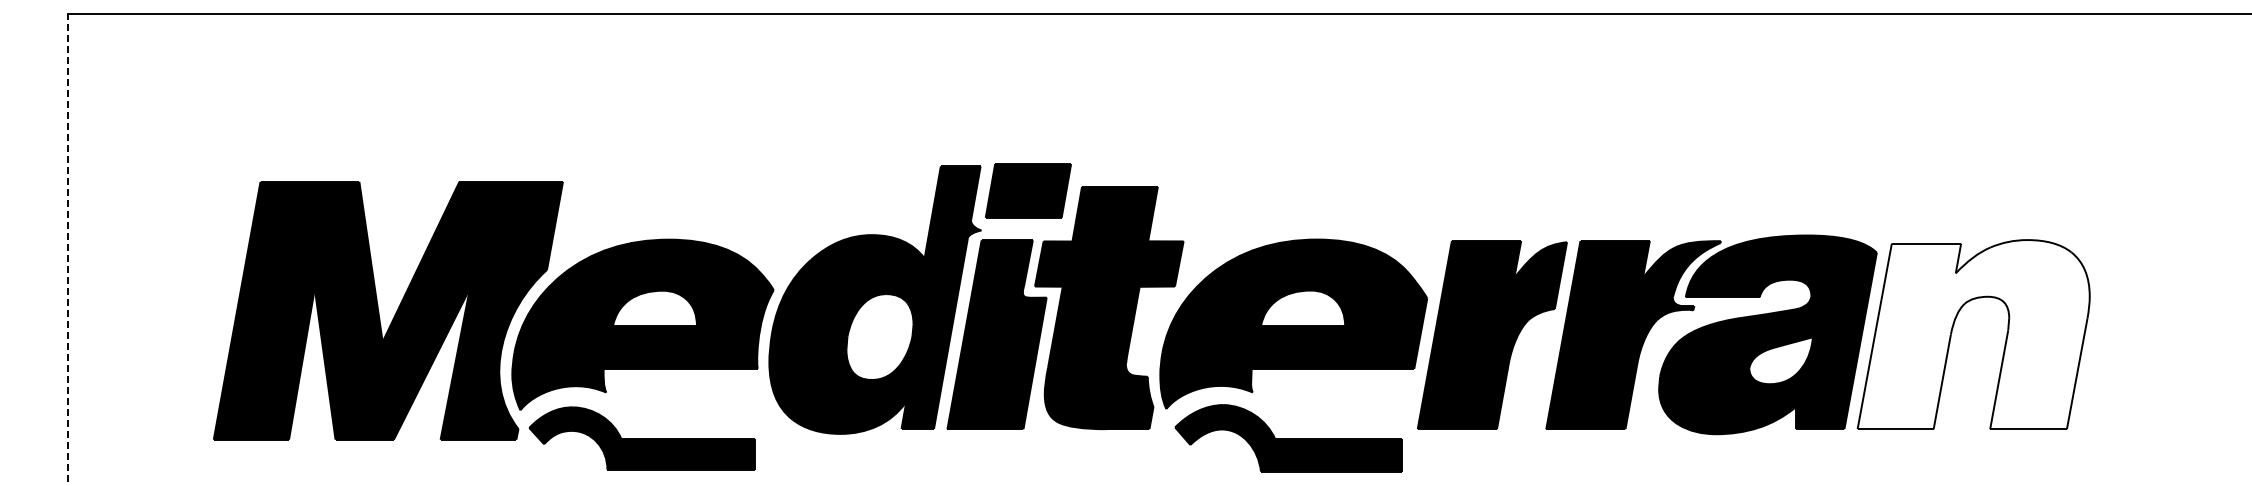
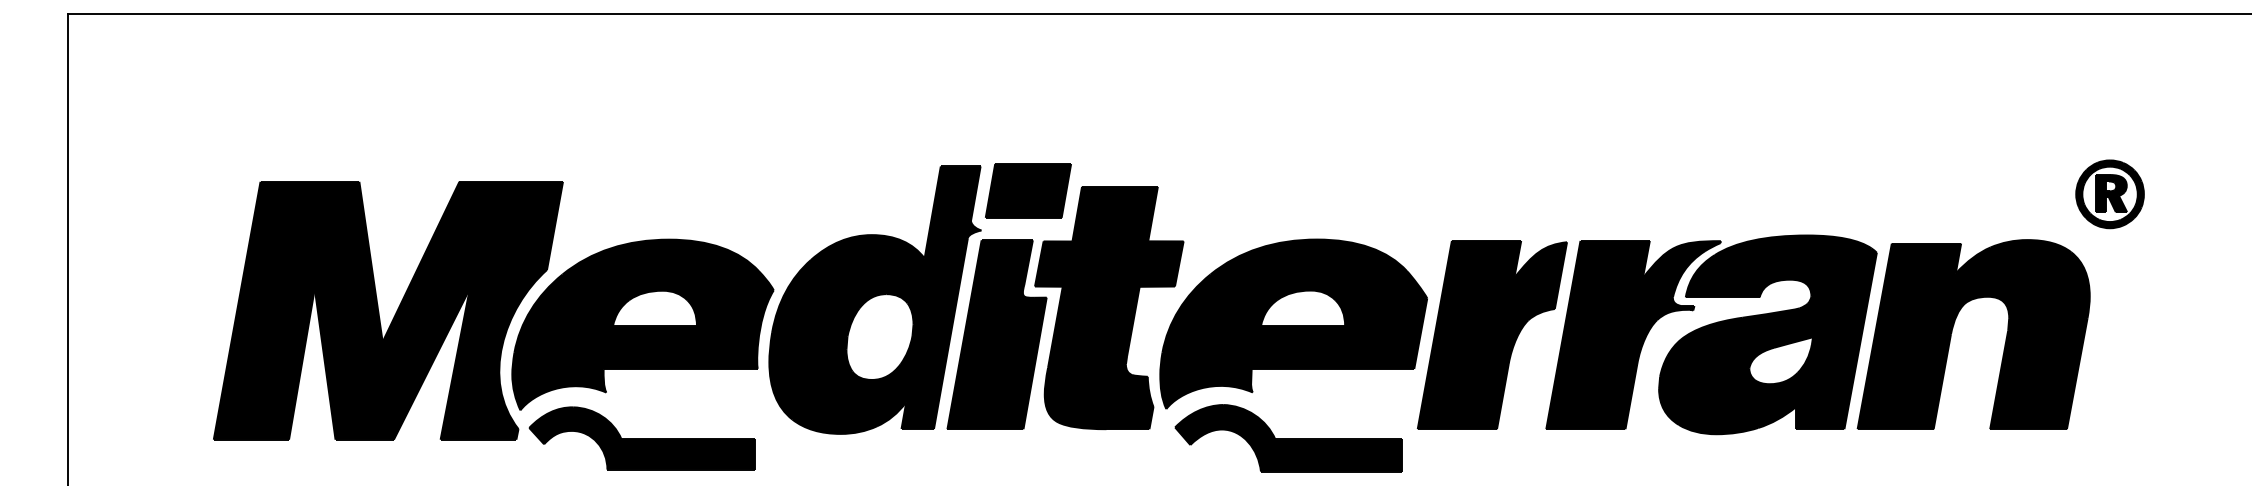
part at (2109, 194): none -> present
line at (67, 249): dashed -> solid
fill at (1973, 334): none -> present
